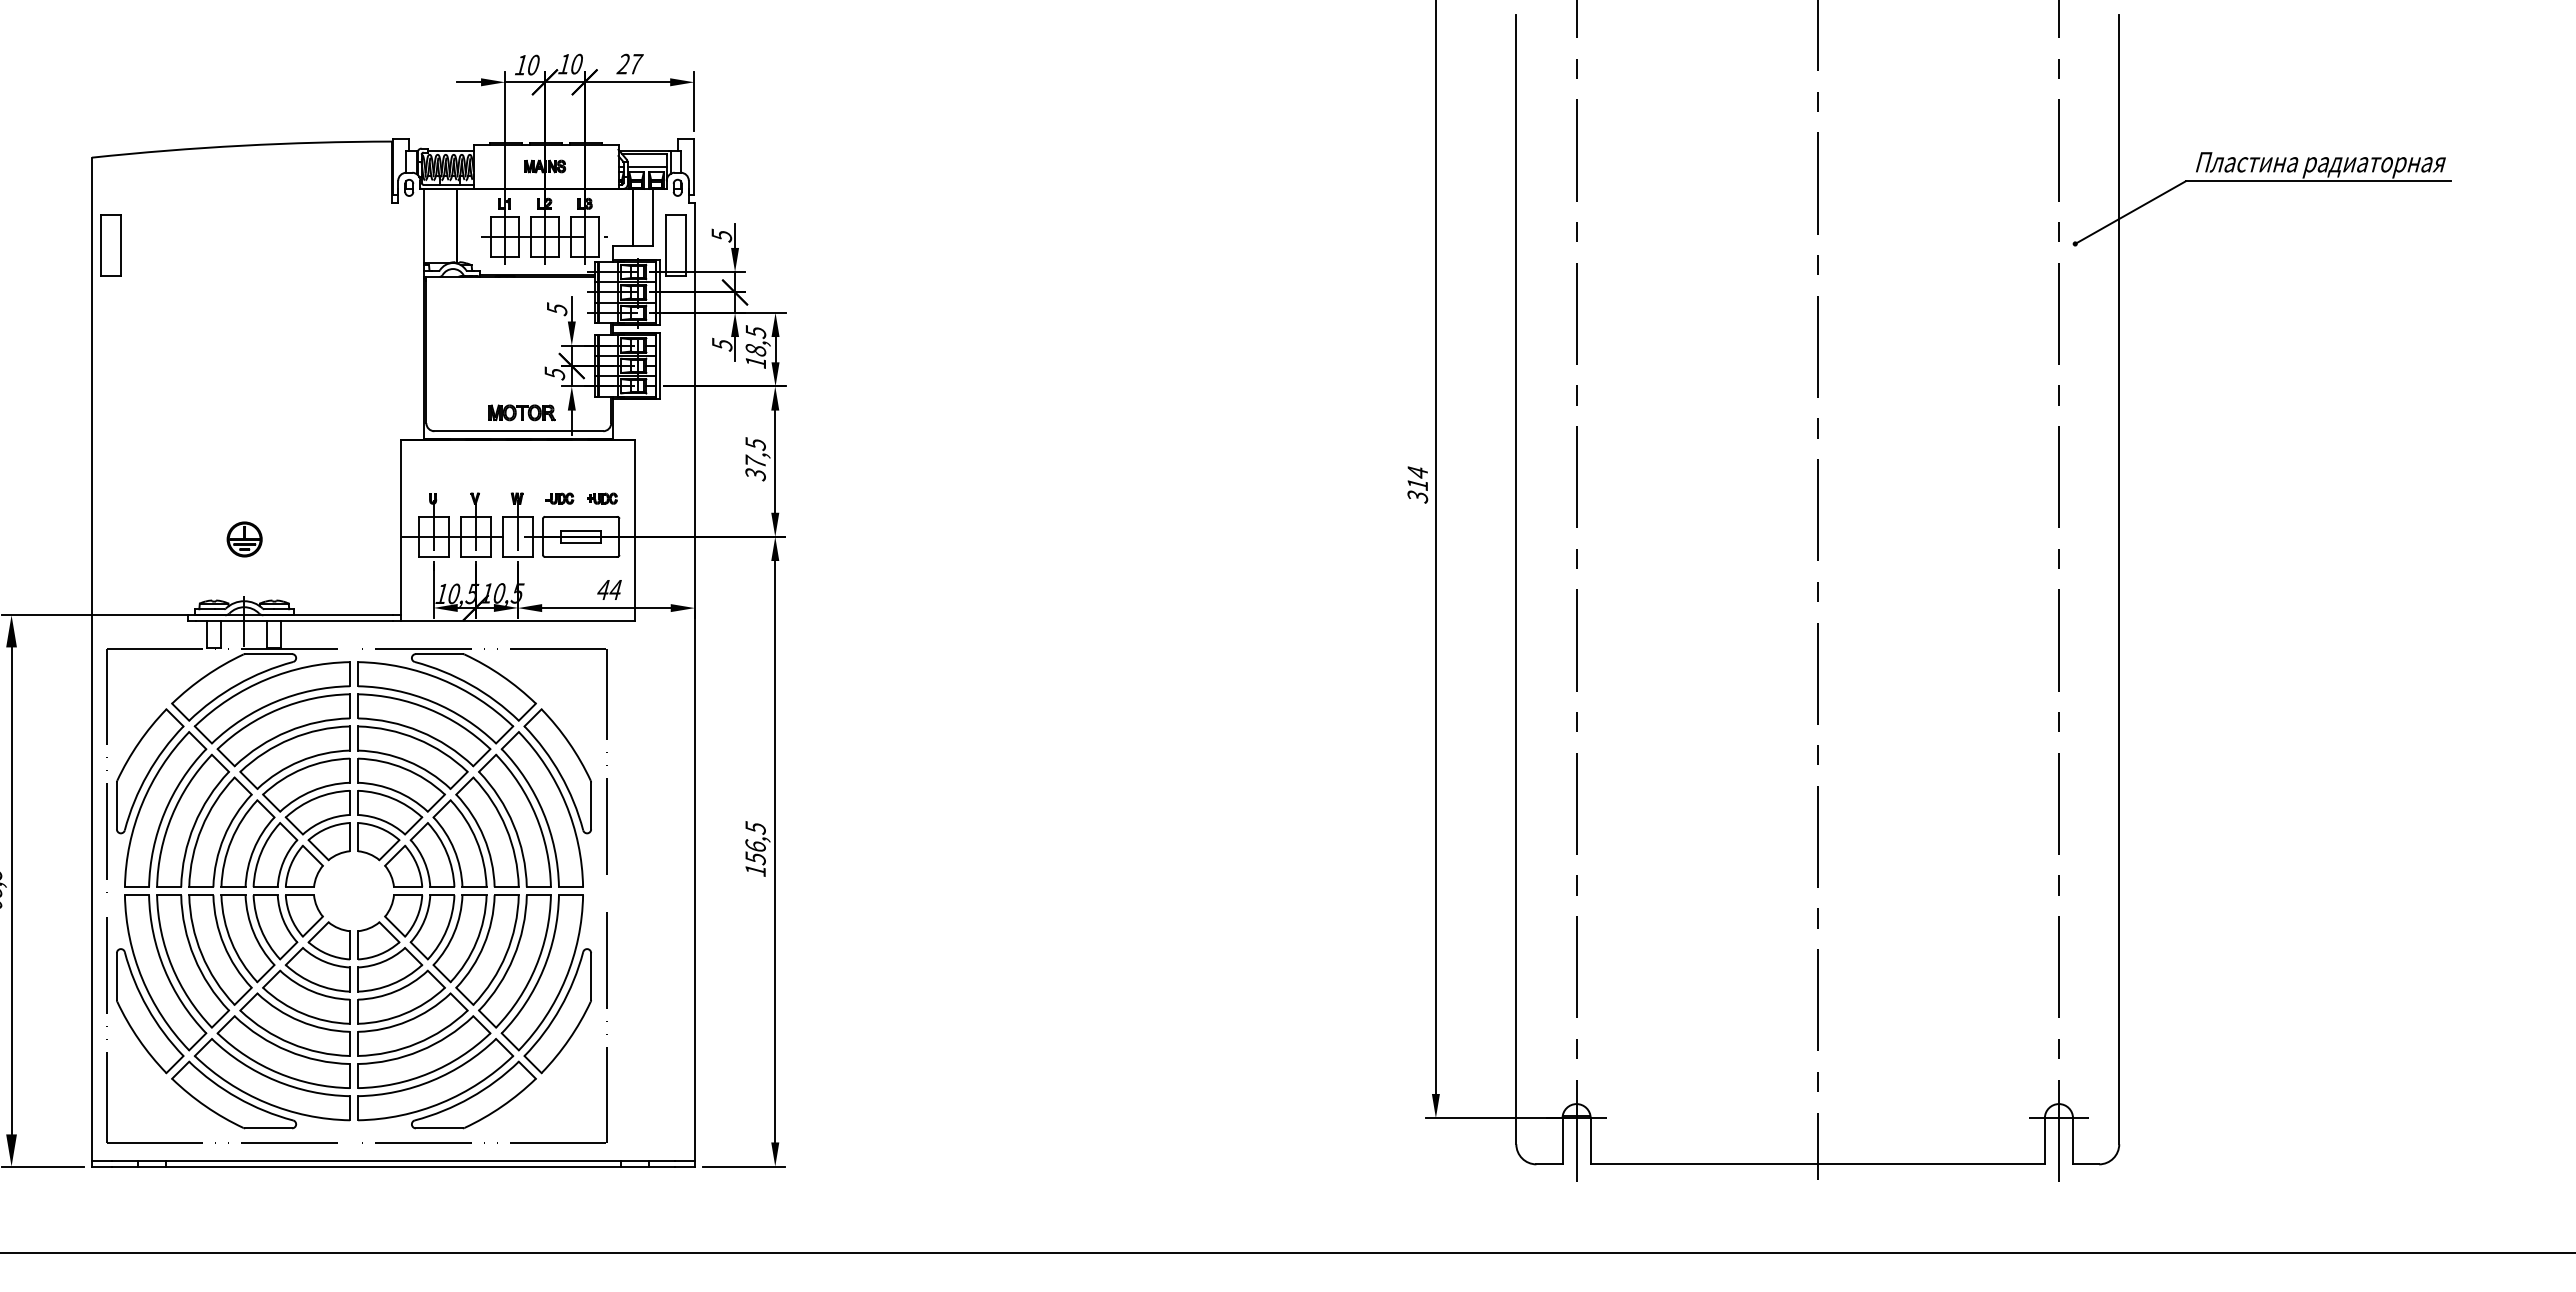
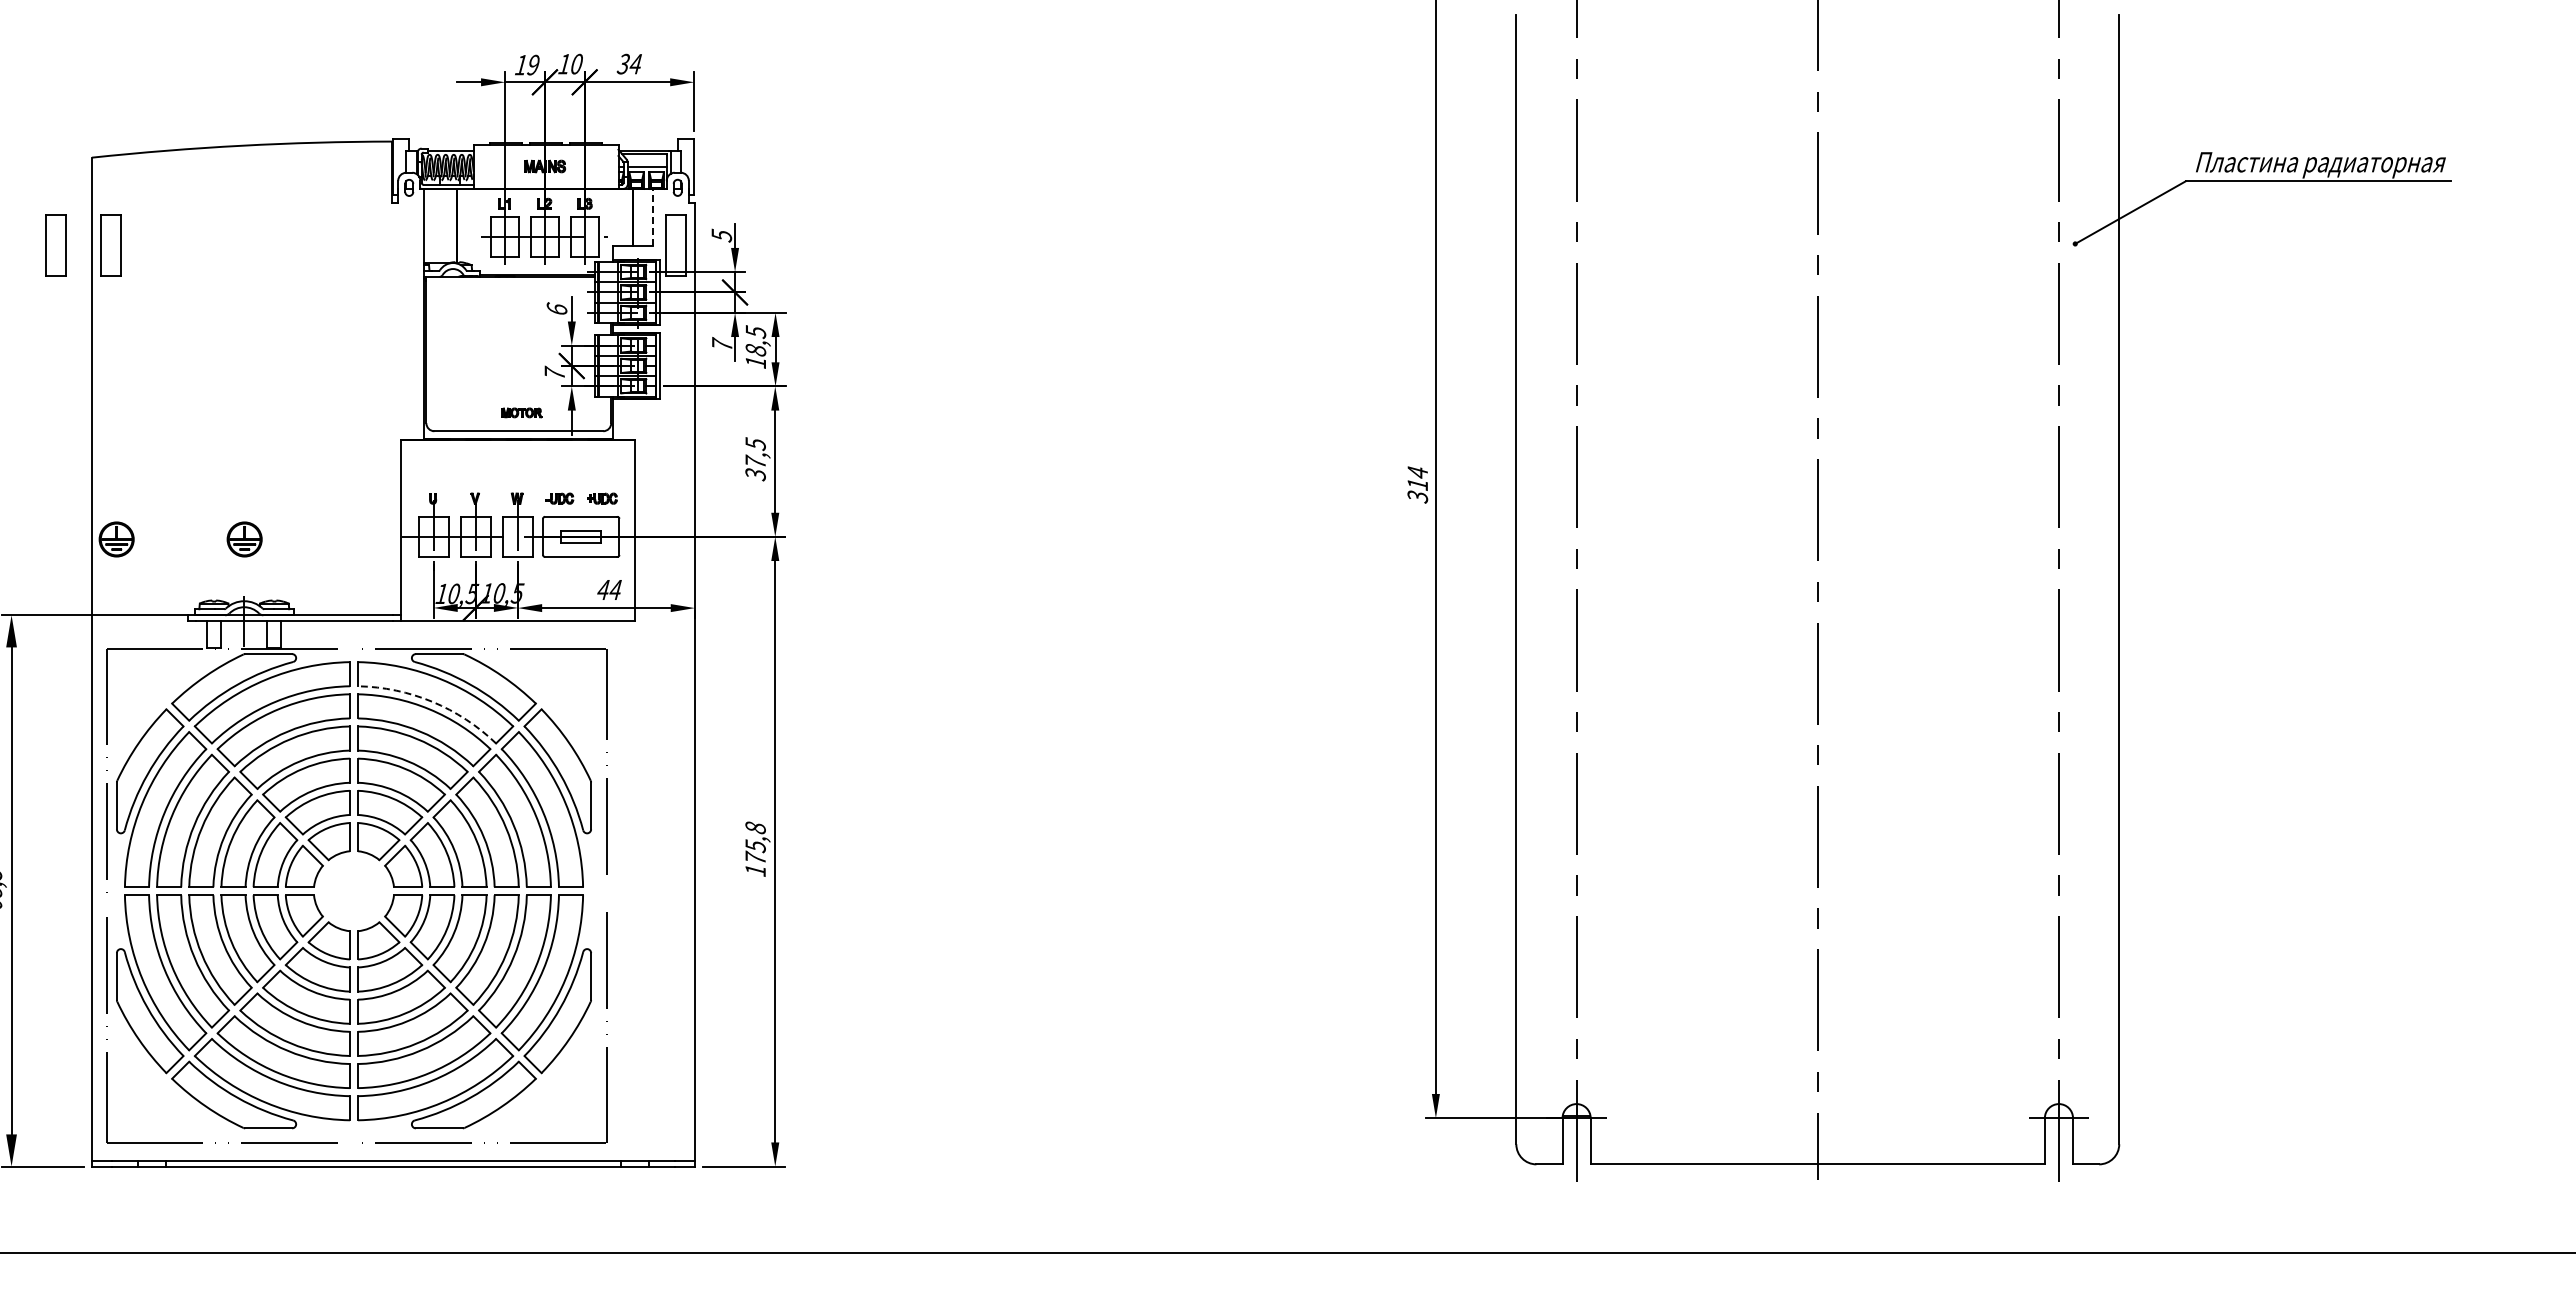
text at (629, 64): 27 -> 34
text at (533, 65): 10 -> 19
line at (653, 216): solid -> dashed
part at (55, 245): none -> present
text at (556, 309): 5 -> 6
text at (722, 343): 5 -> 7
text at (554, 372): 5 -> 7
part at (521, 412) size: 68x18 px -> 42x12 px
part at (116, 539): none -> present
arc at (432, 701): solid -> dashed
text at (755, 843): 156,5 -> 175,8
